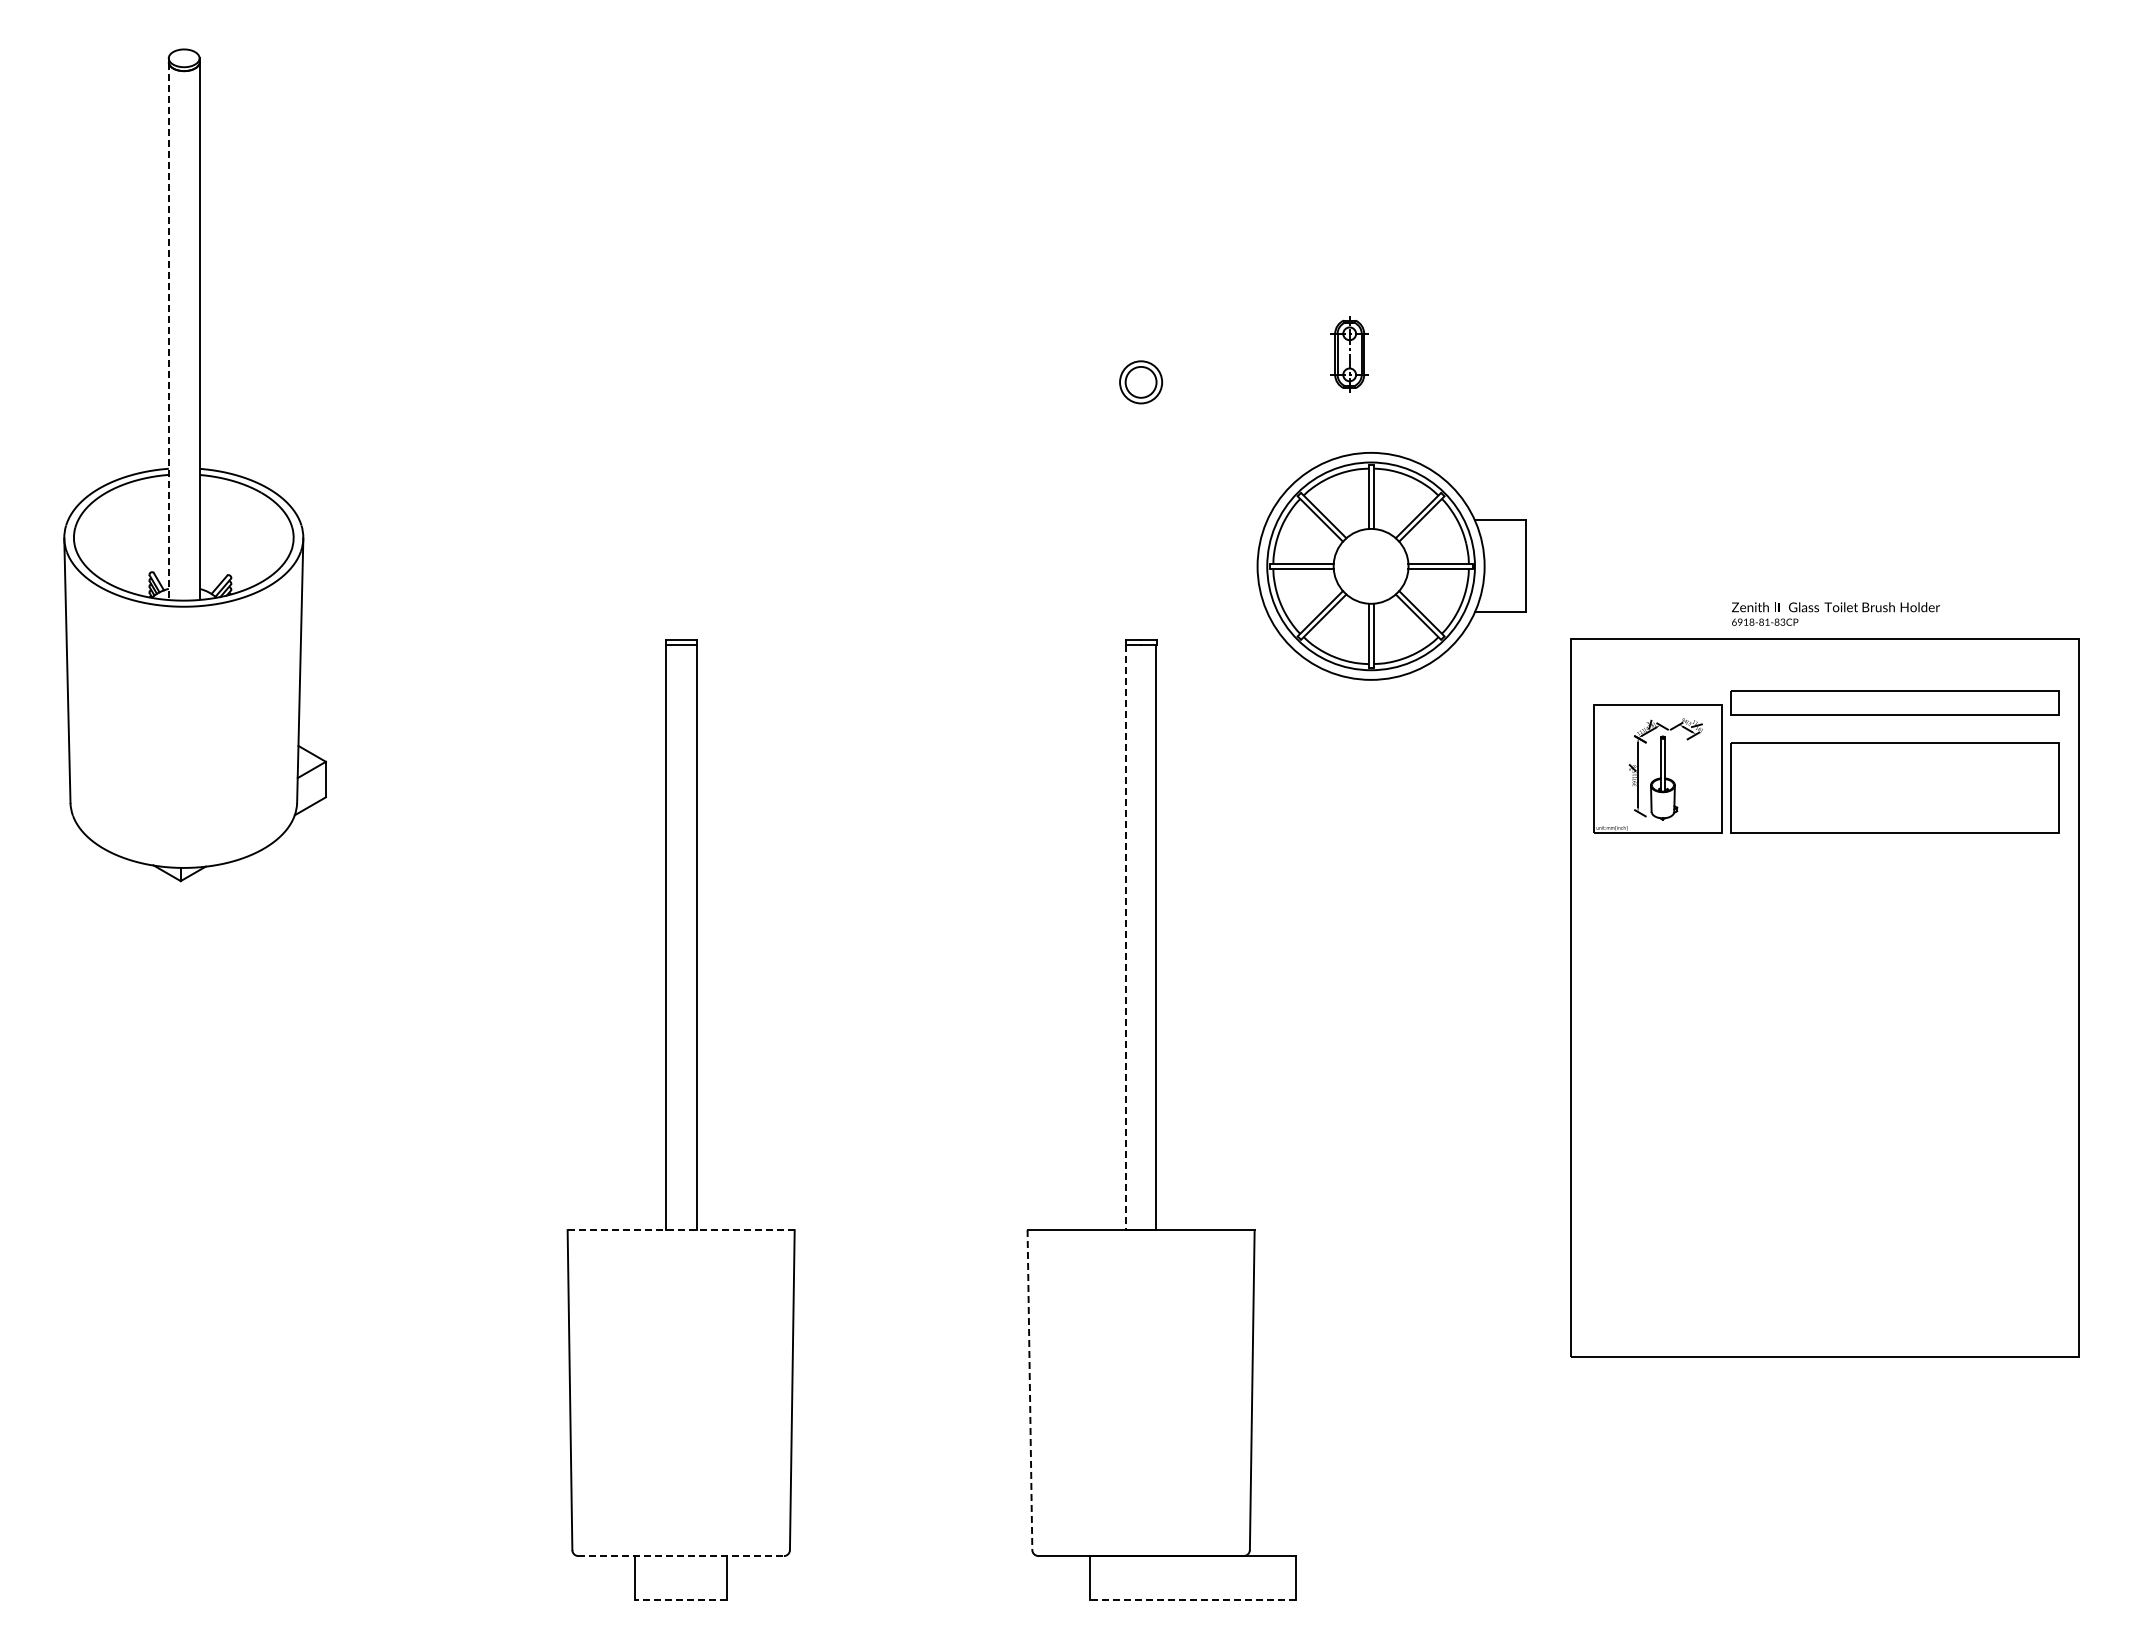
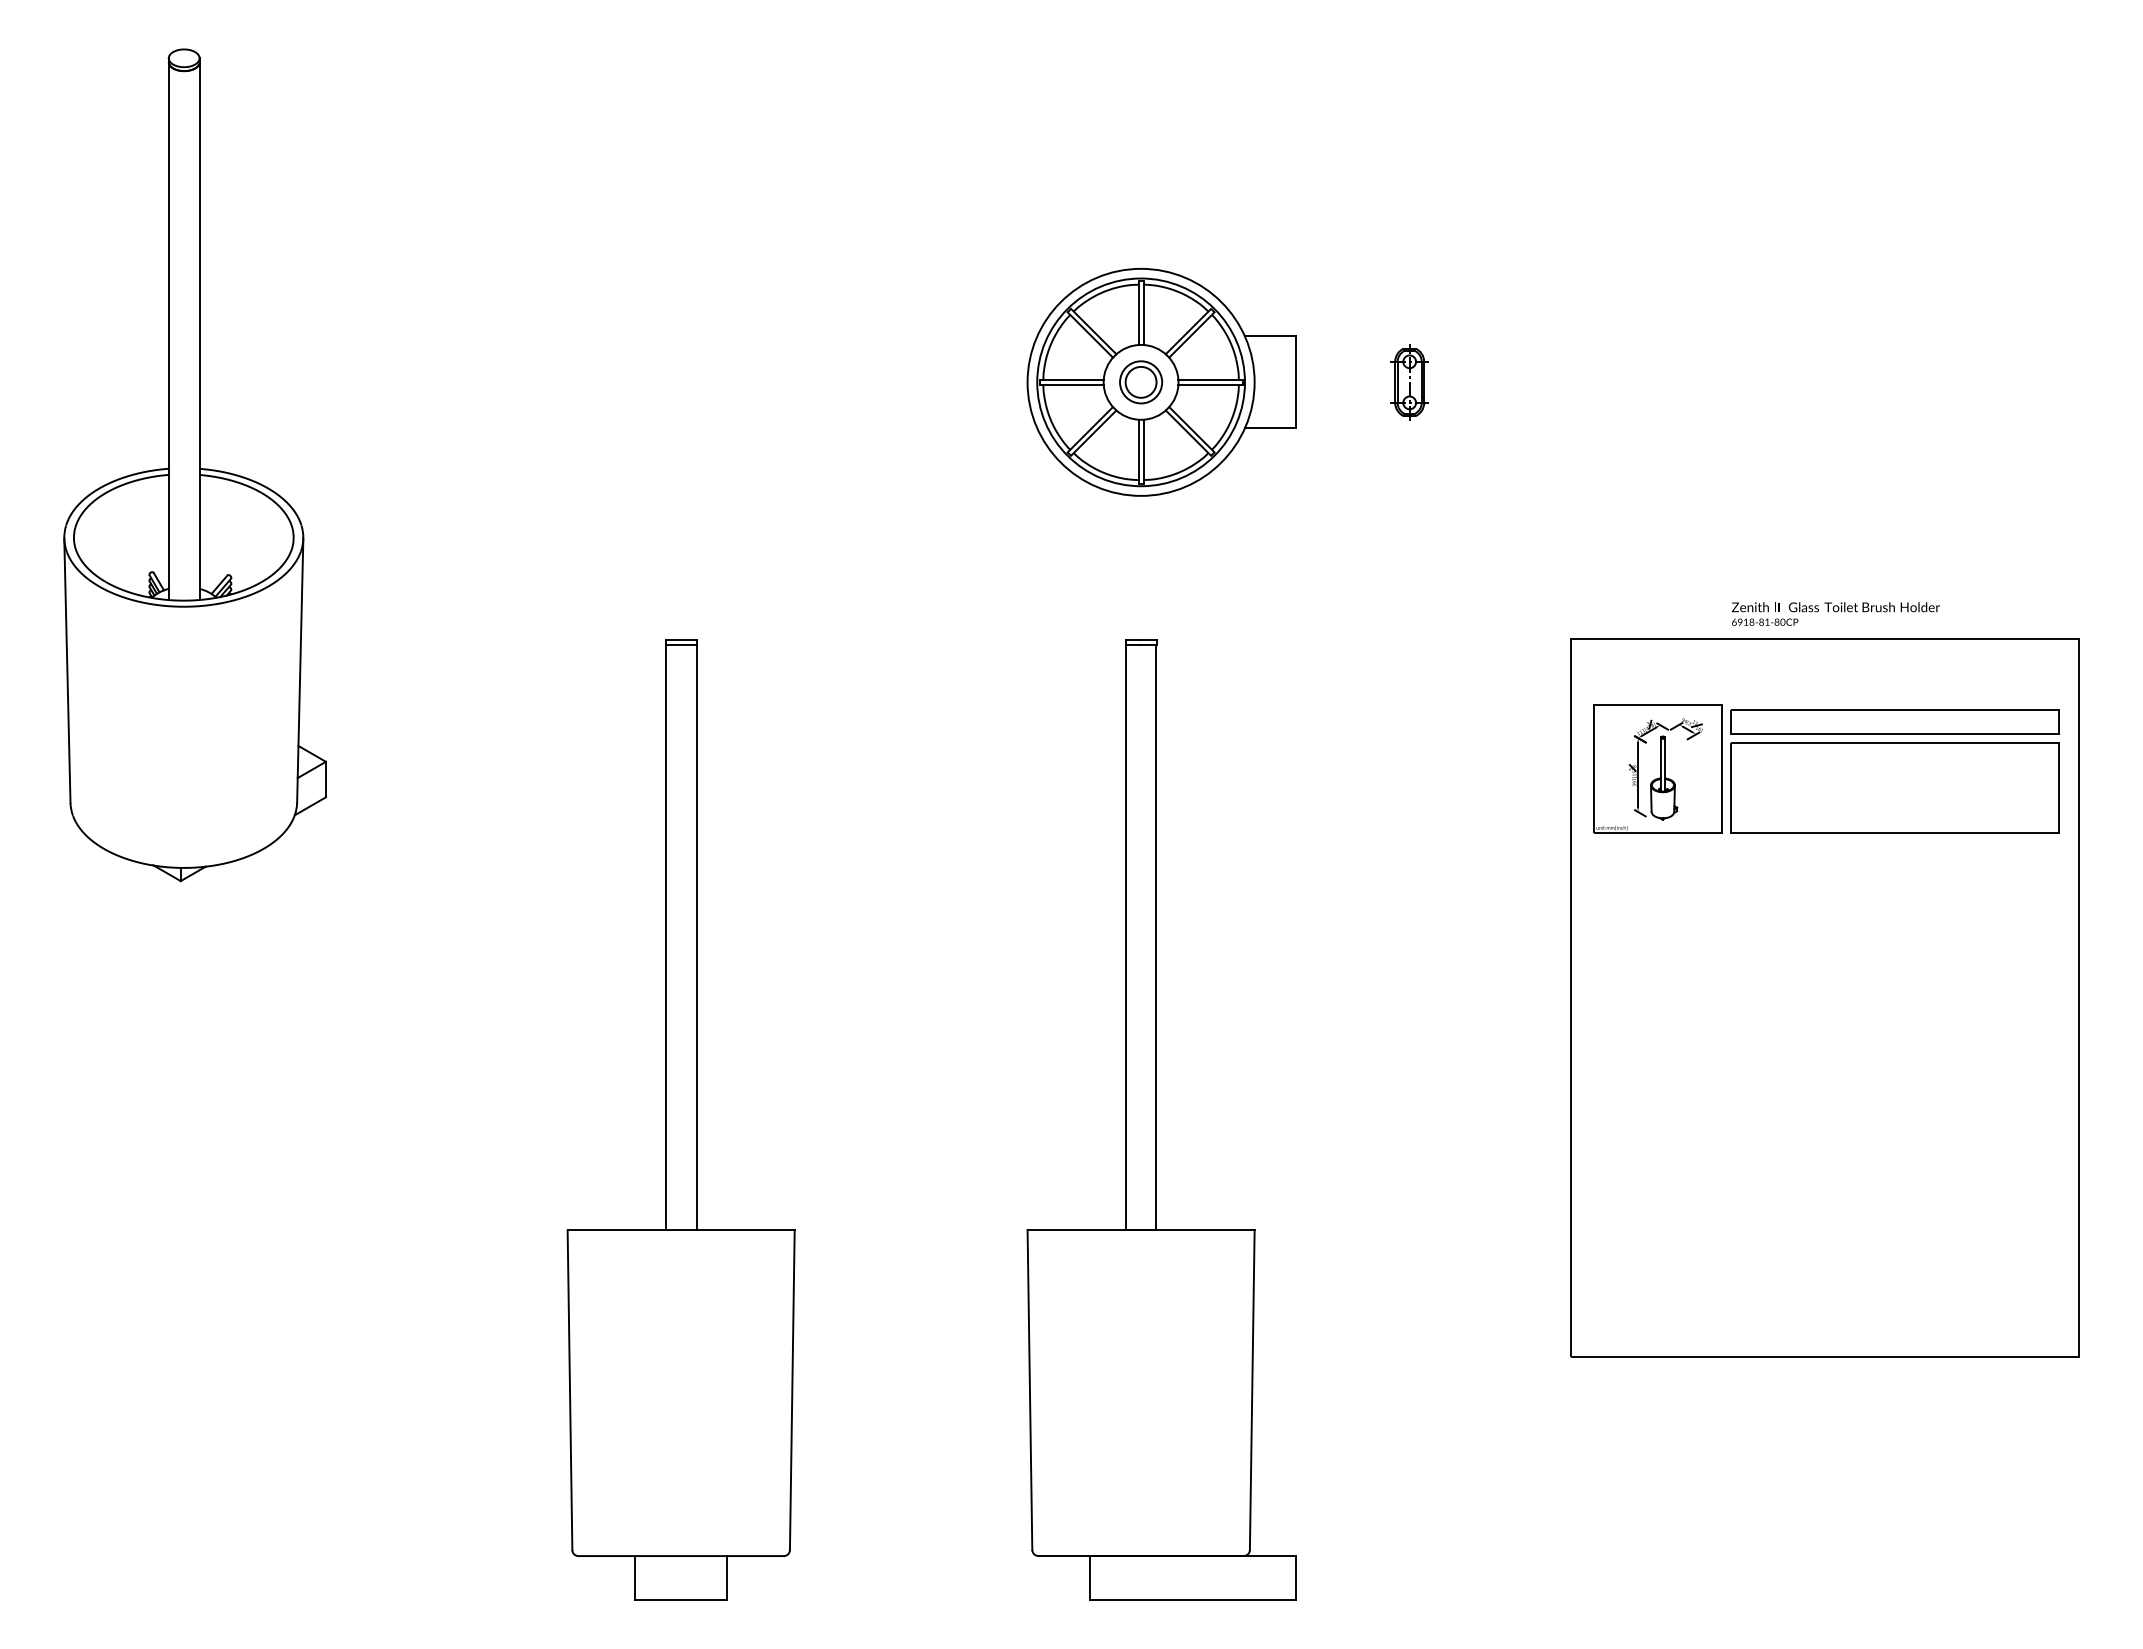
line at (168, 331): dashed -> solid
part at (1349, 354) position: (1349, 354) -> (1409, 382)
part at (1391, 566) position: (1391, 566) -> (1161, 382)
text at (1782, 622): 6918-81-83CP -> 6918-81-80CP
part at (1894, 702) position: (1894, 702) -> (1894, 721)
line at (1125, 938): dashed -> solid
line at (681, 1230): dashed -> solid
line at (1029, 1390): dashed -> solid
line at (681, 1556): dashed -> solid
line at (681, 1599): dashed -> solid
line at (1193, 1599): dashed -> solid
